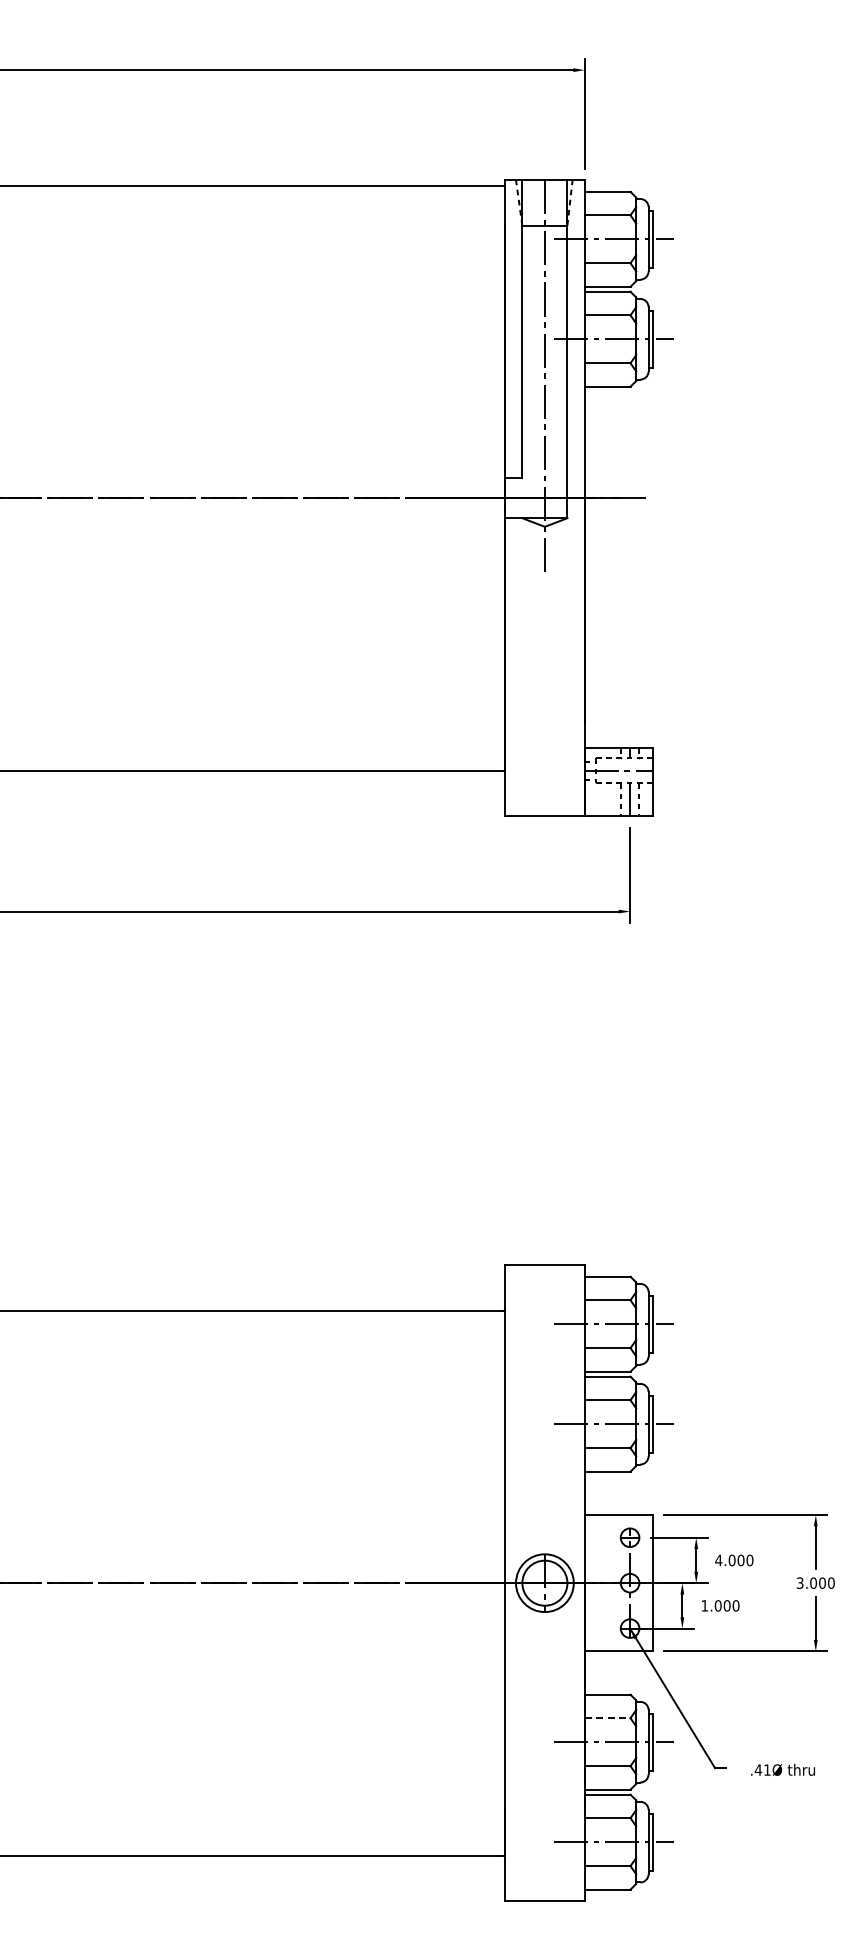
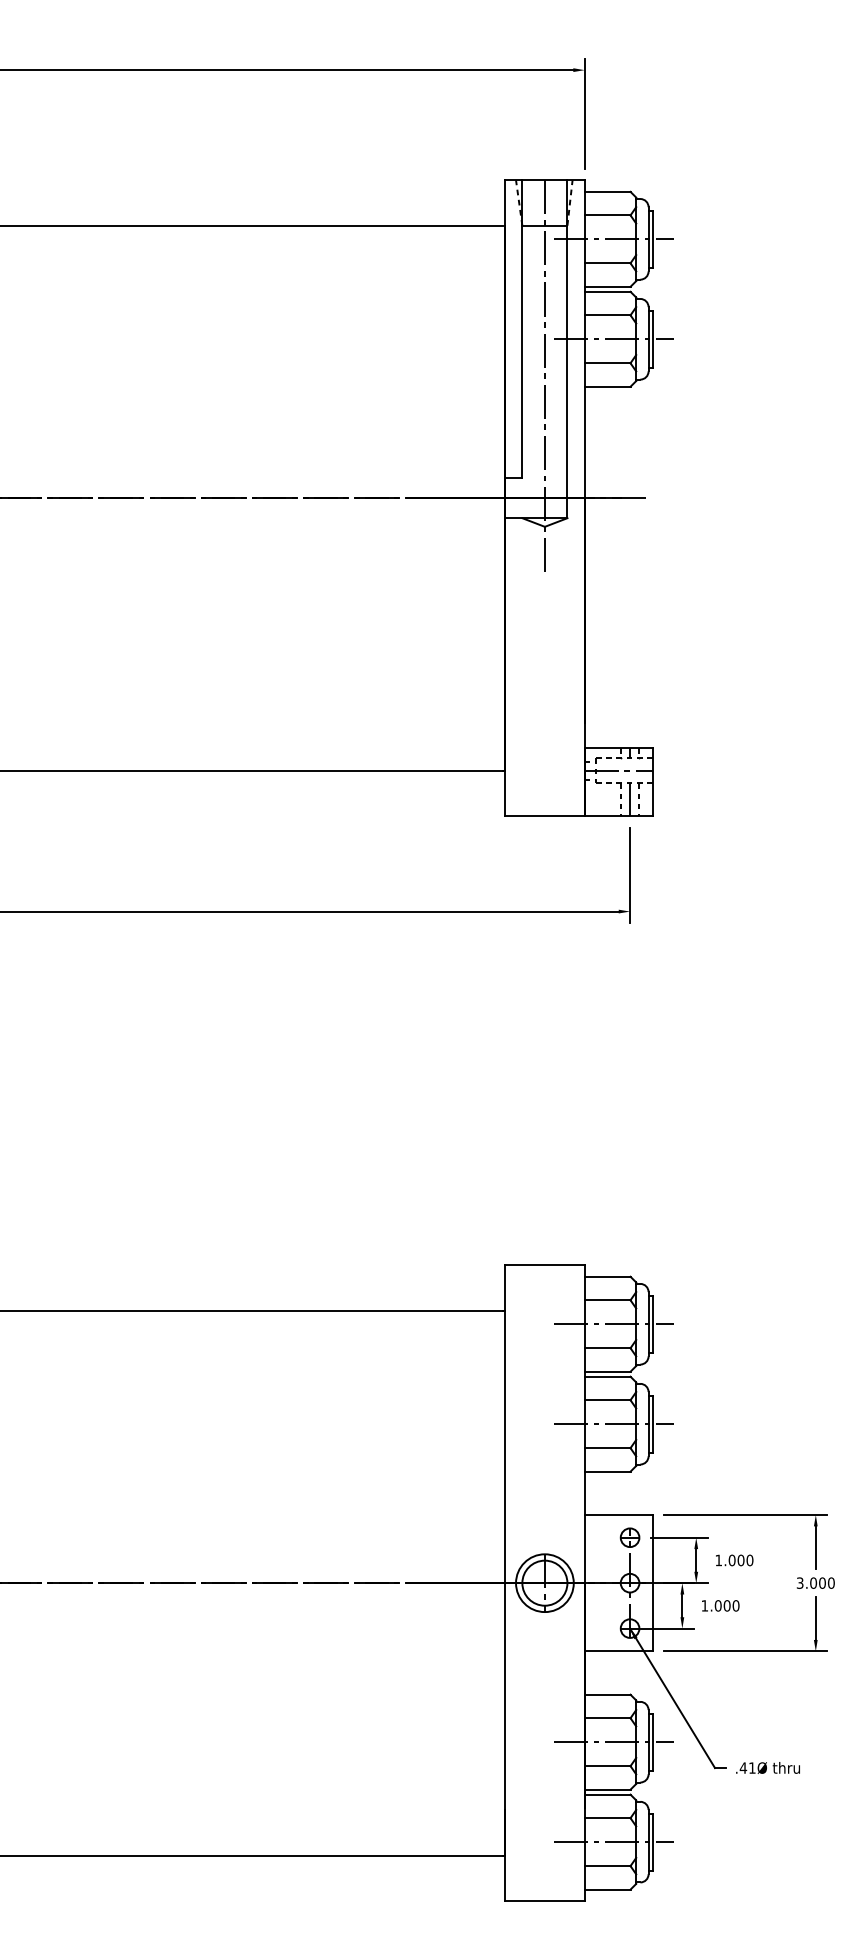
line at (252, 185) position: (252, 185) -> (252, 225)
text at (718, 1560): 4.000 -> 1.000
line at (607, 1718): dashed -> solid
text at (782, 1769) position: (782, 1769) -> (767, 1767)
